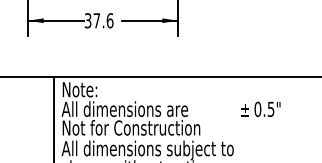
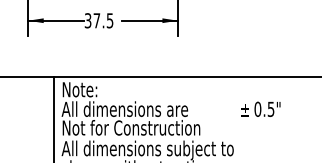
text at (109, 20): 37.6 -> 37.5
